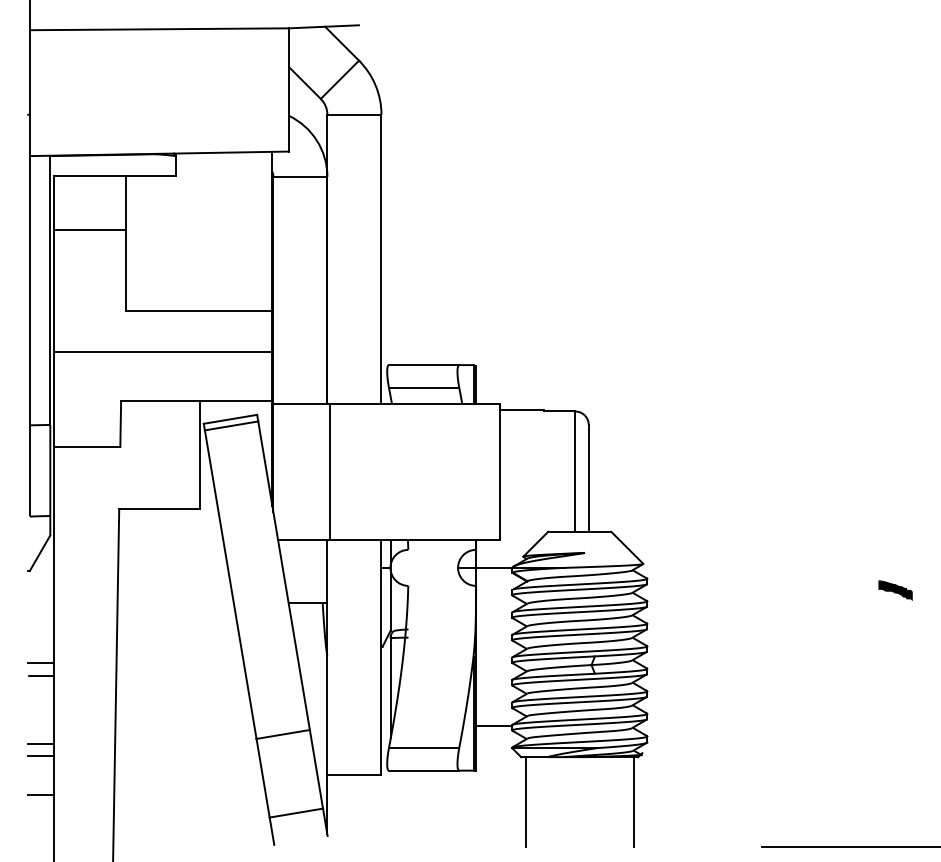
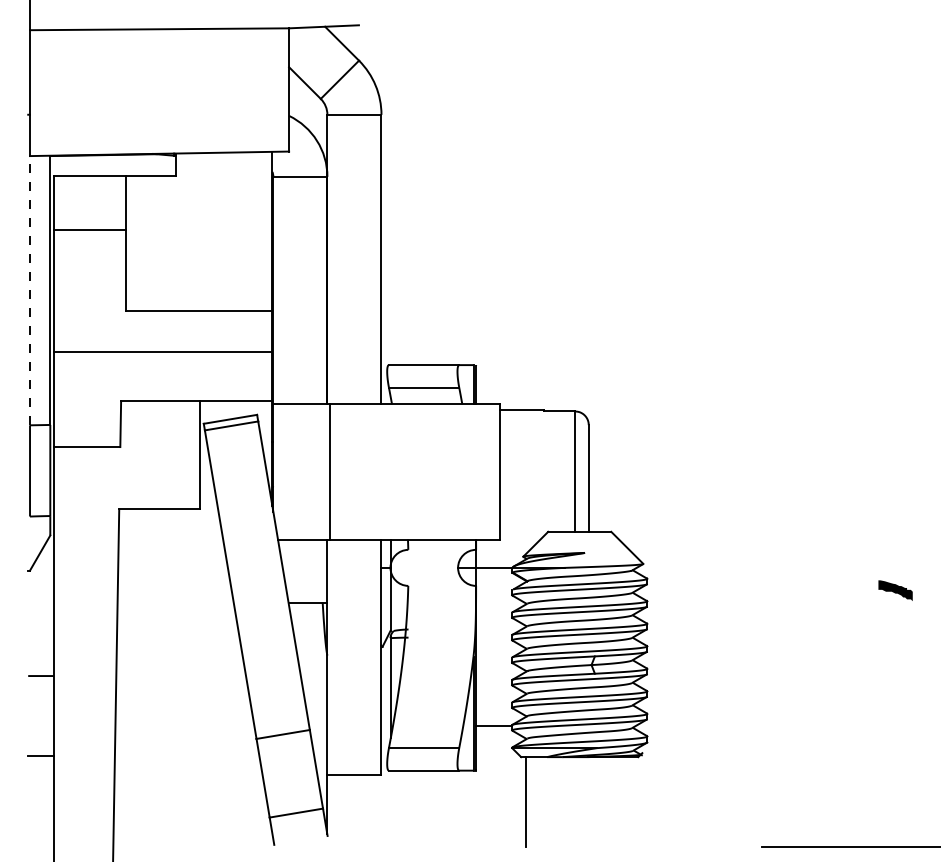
line at (30, 290): solid -> dashed
line at (40, 662): present -> none
line at (40, 743): present -> none
line at (40, 794): present -> none
line at (633, 802): present -> none
